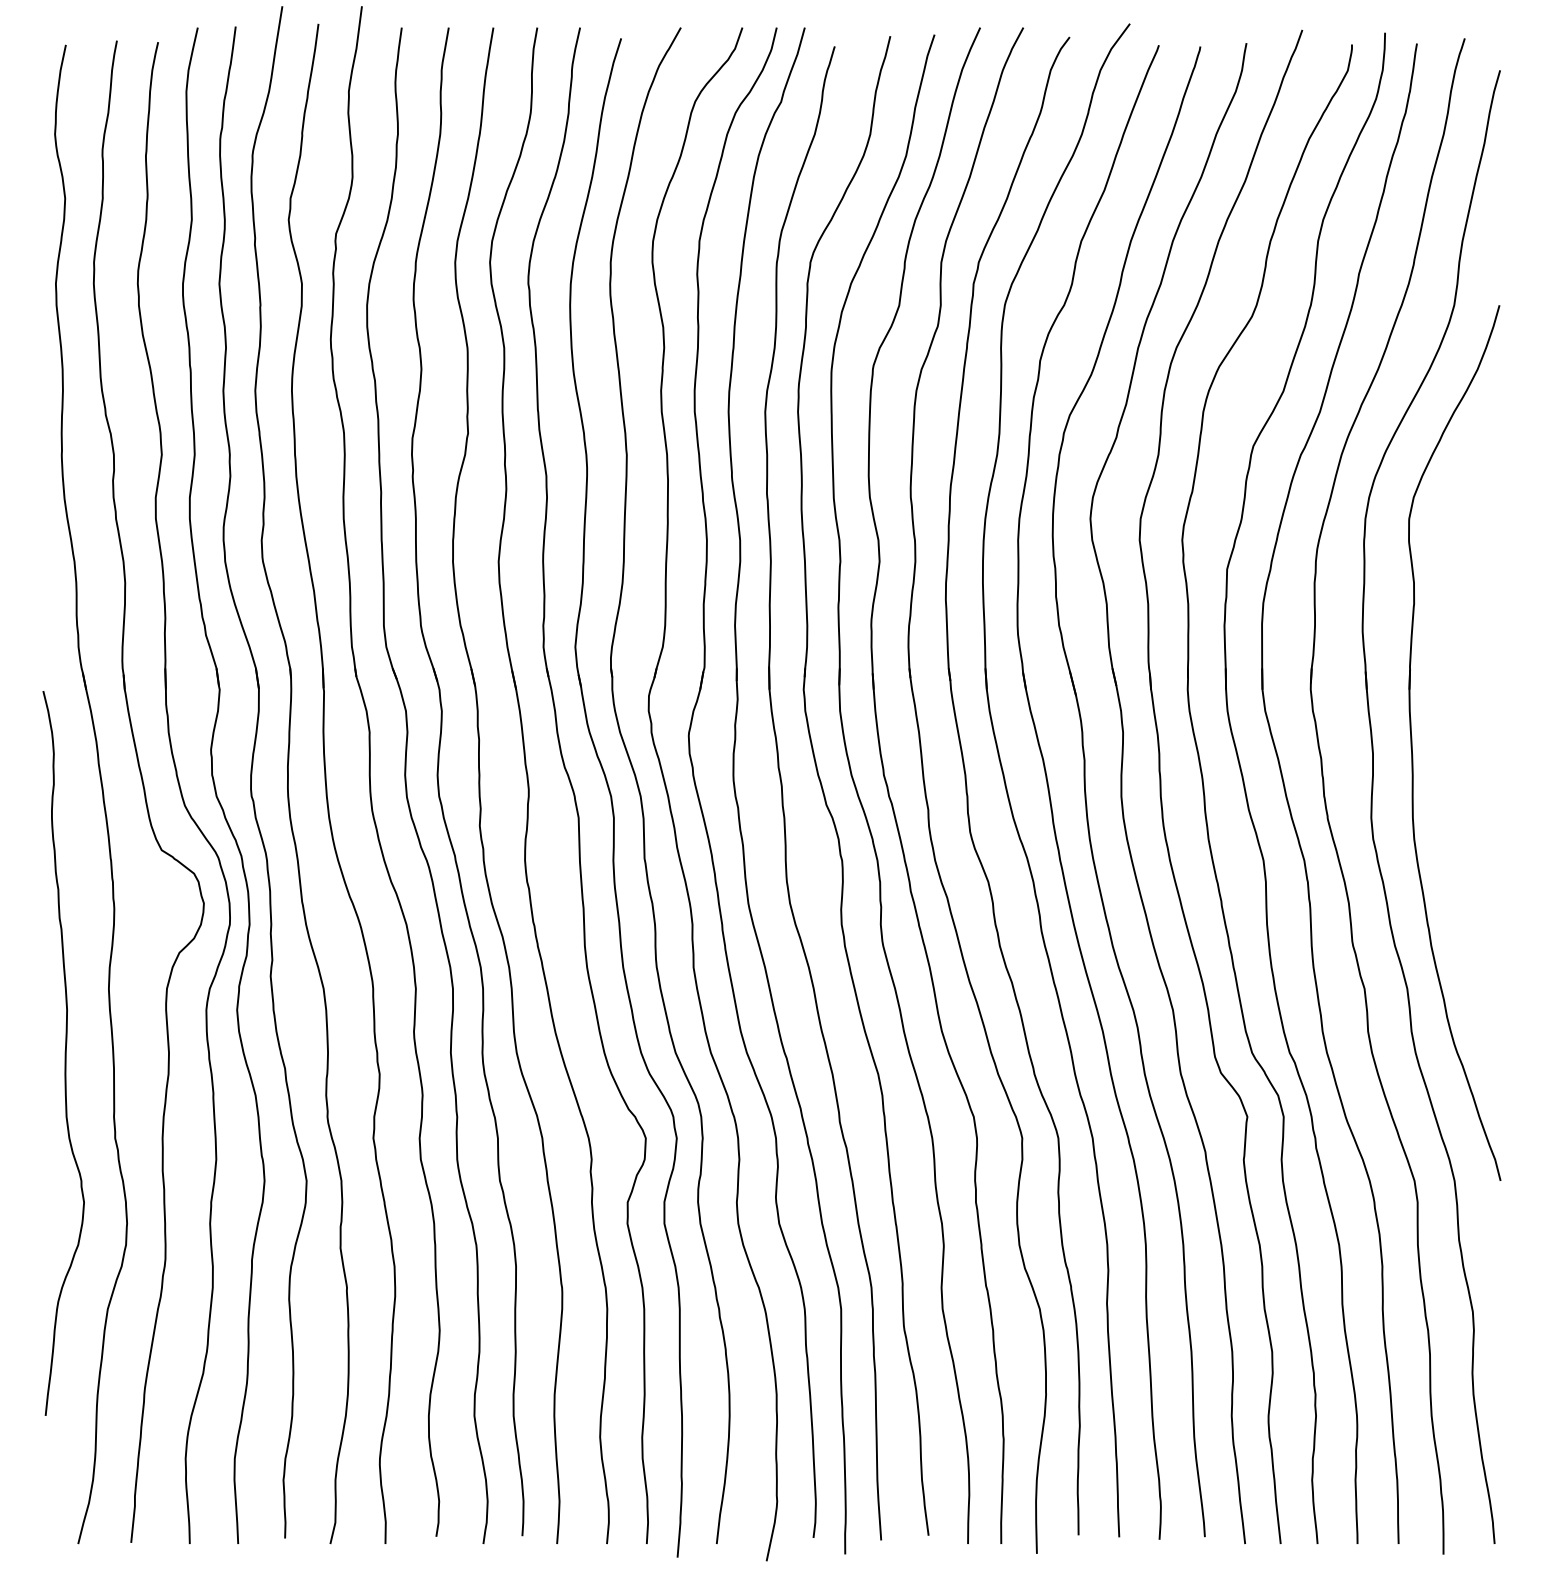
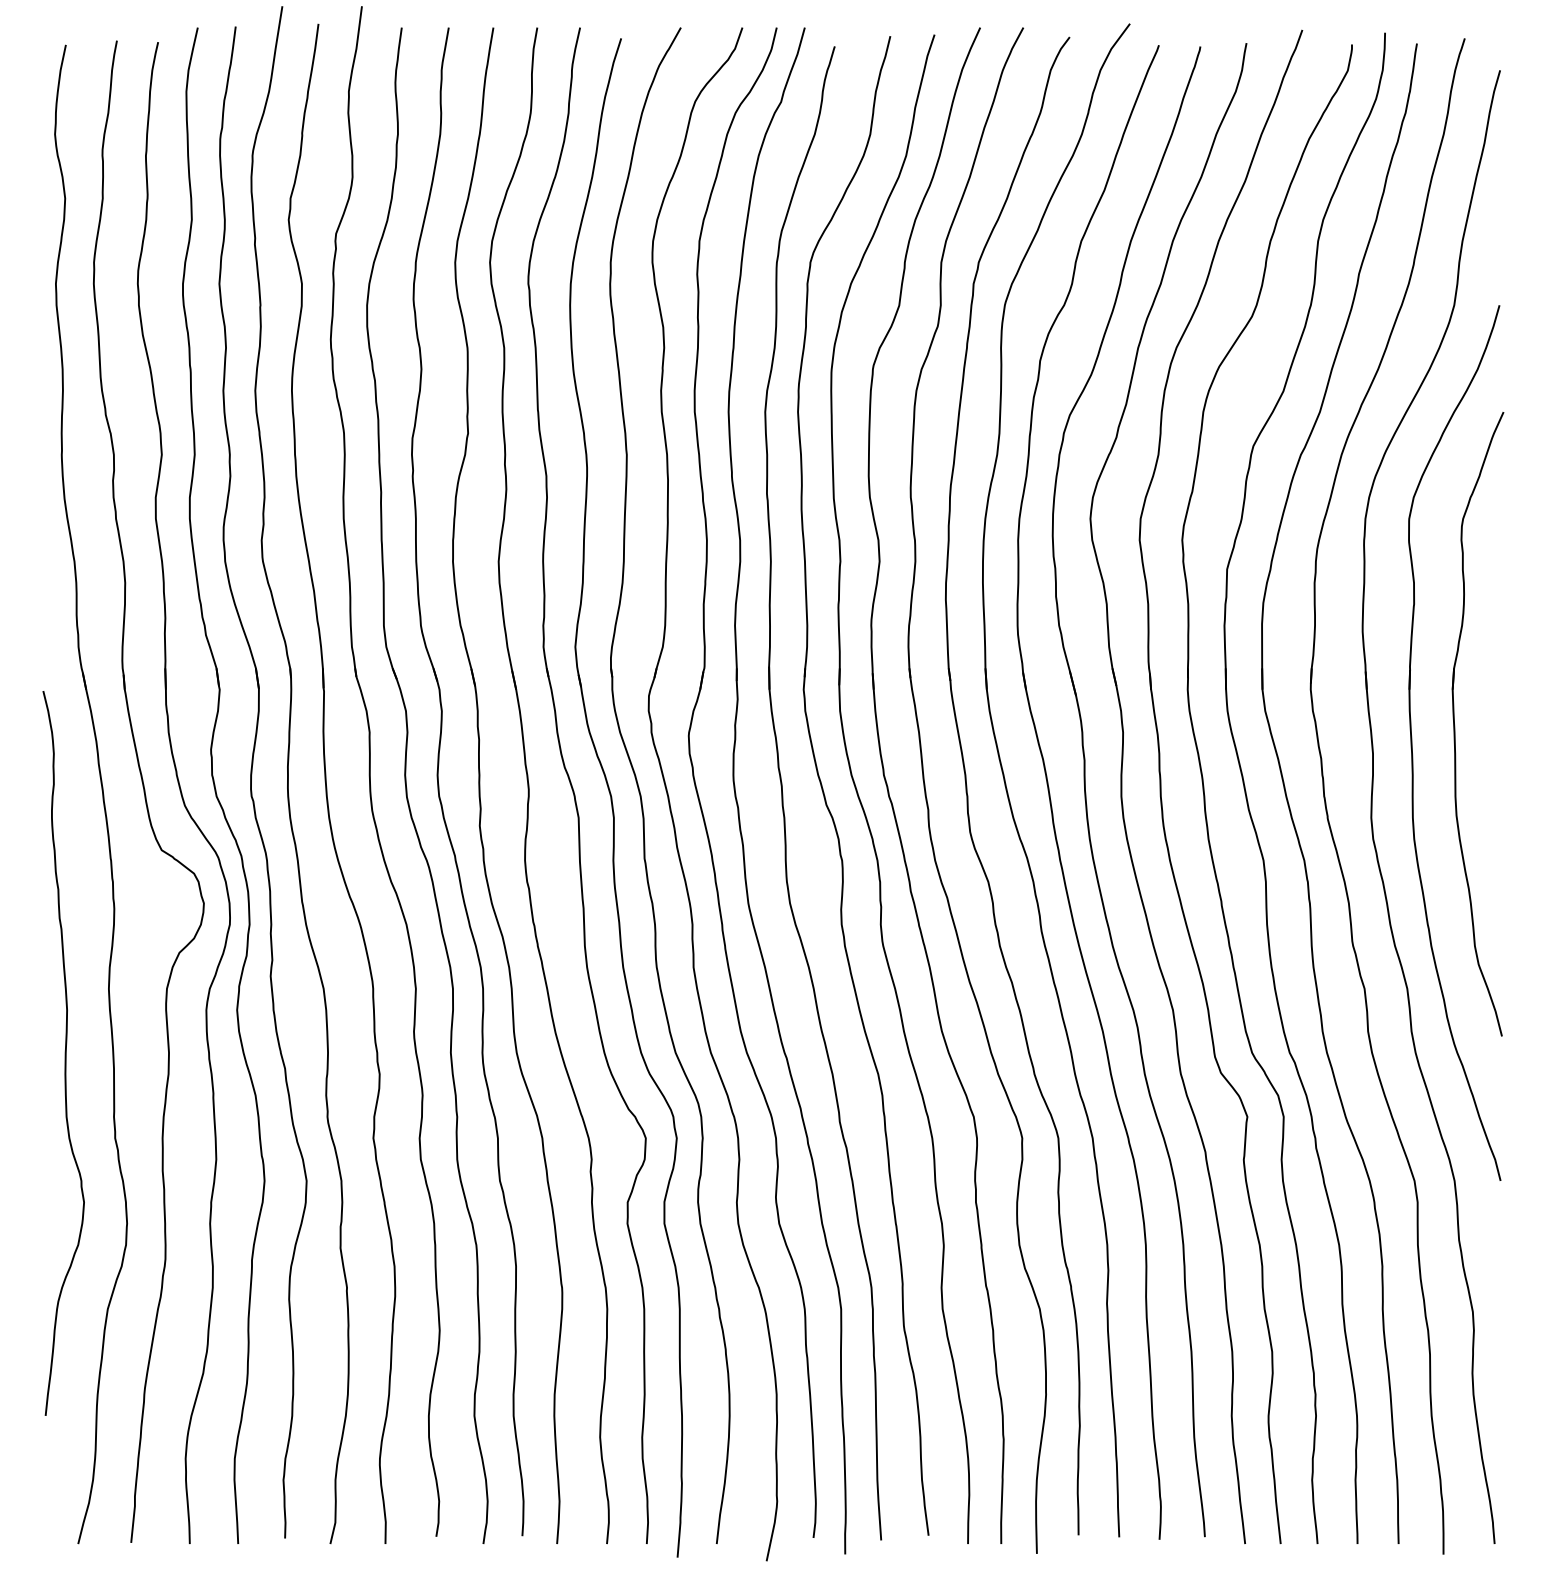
part at (1455, 725): none -> present
